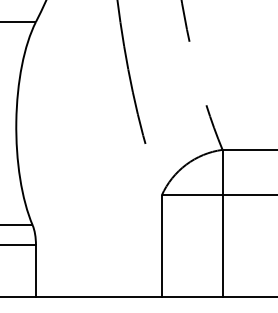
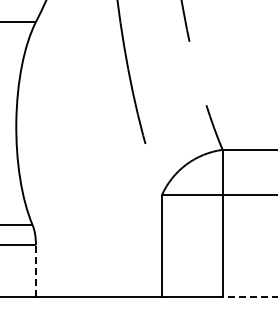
line at (35, 270): solid -> dashed
line at (249, 297): solid -> dashed
